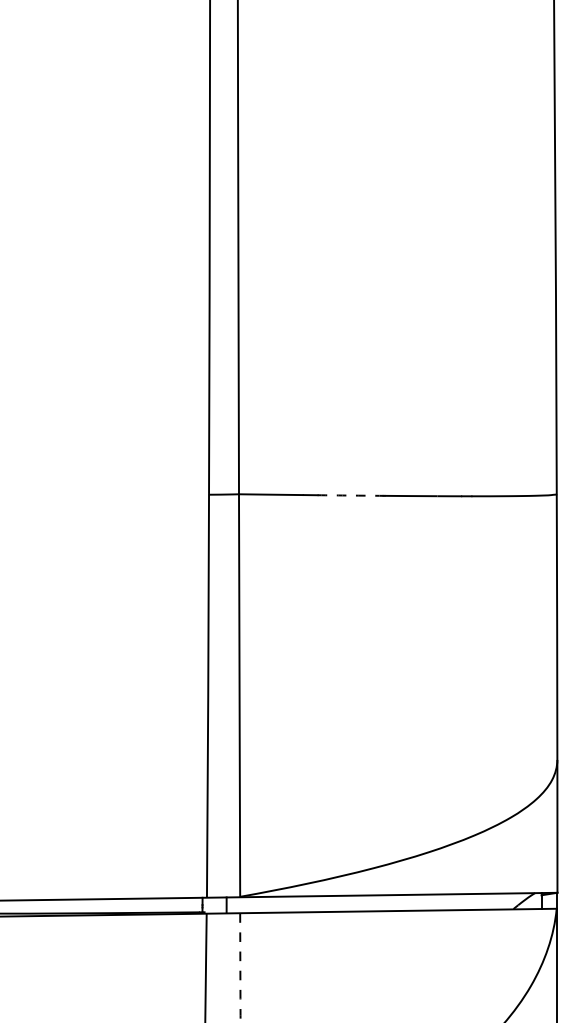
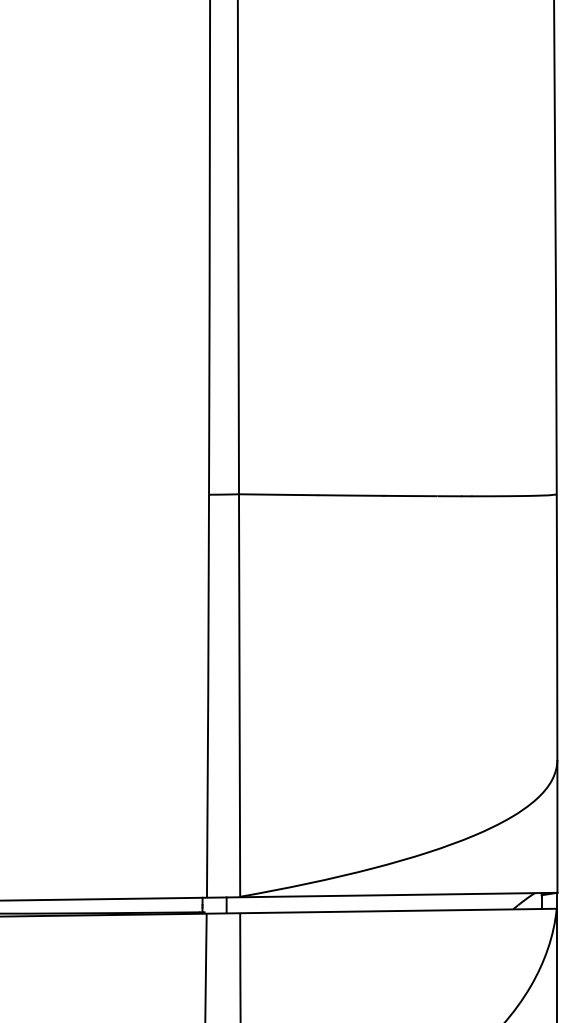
arc at (350, 495): dashed -> solid
arc at (240, 968): dashed -> solid
